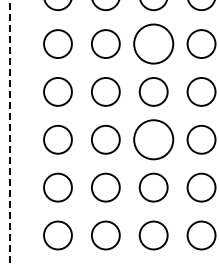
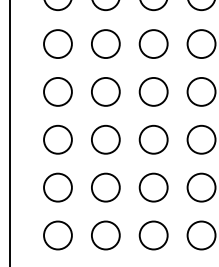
circle at (153, 43) diameter: 39 px -> 28 px
line at (10, 133): dashed -> solid
circle at (153, 139) diameter: 39 px -> 28 px
